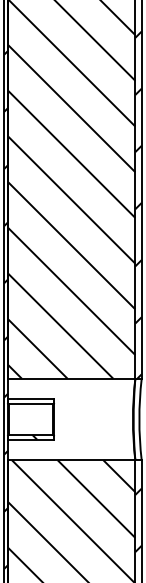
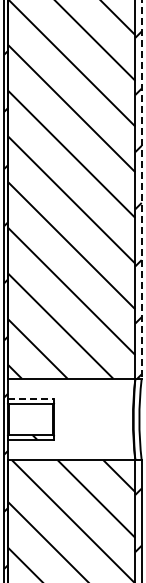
line at (141, 189): solid -> dashed
line at (31, 399): solid -> dashed
